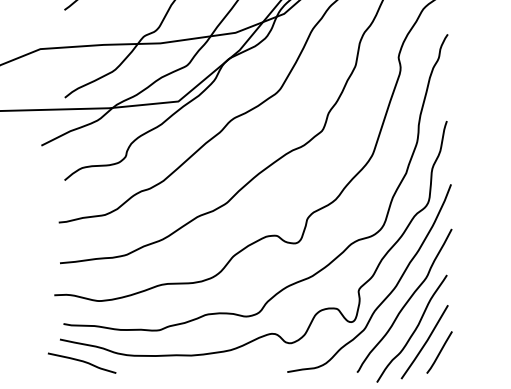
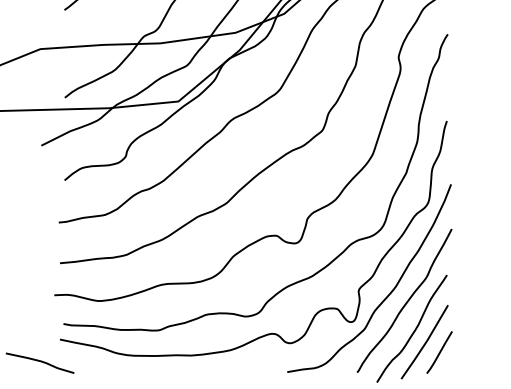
curve at (81, 361) position: (81, 361) -> (39, 361)
